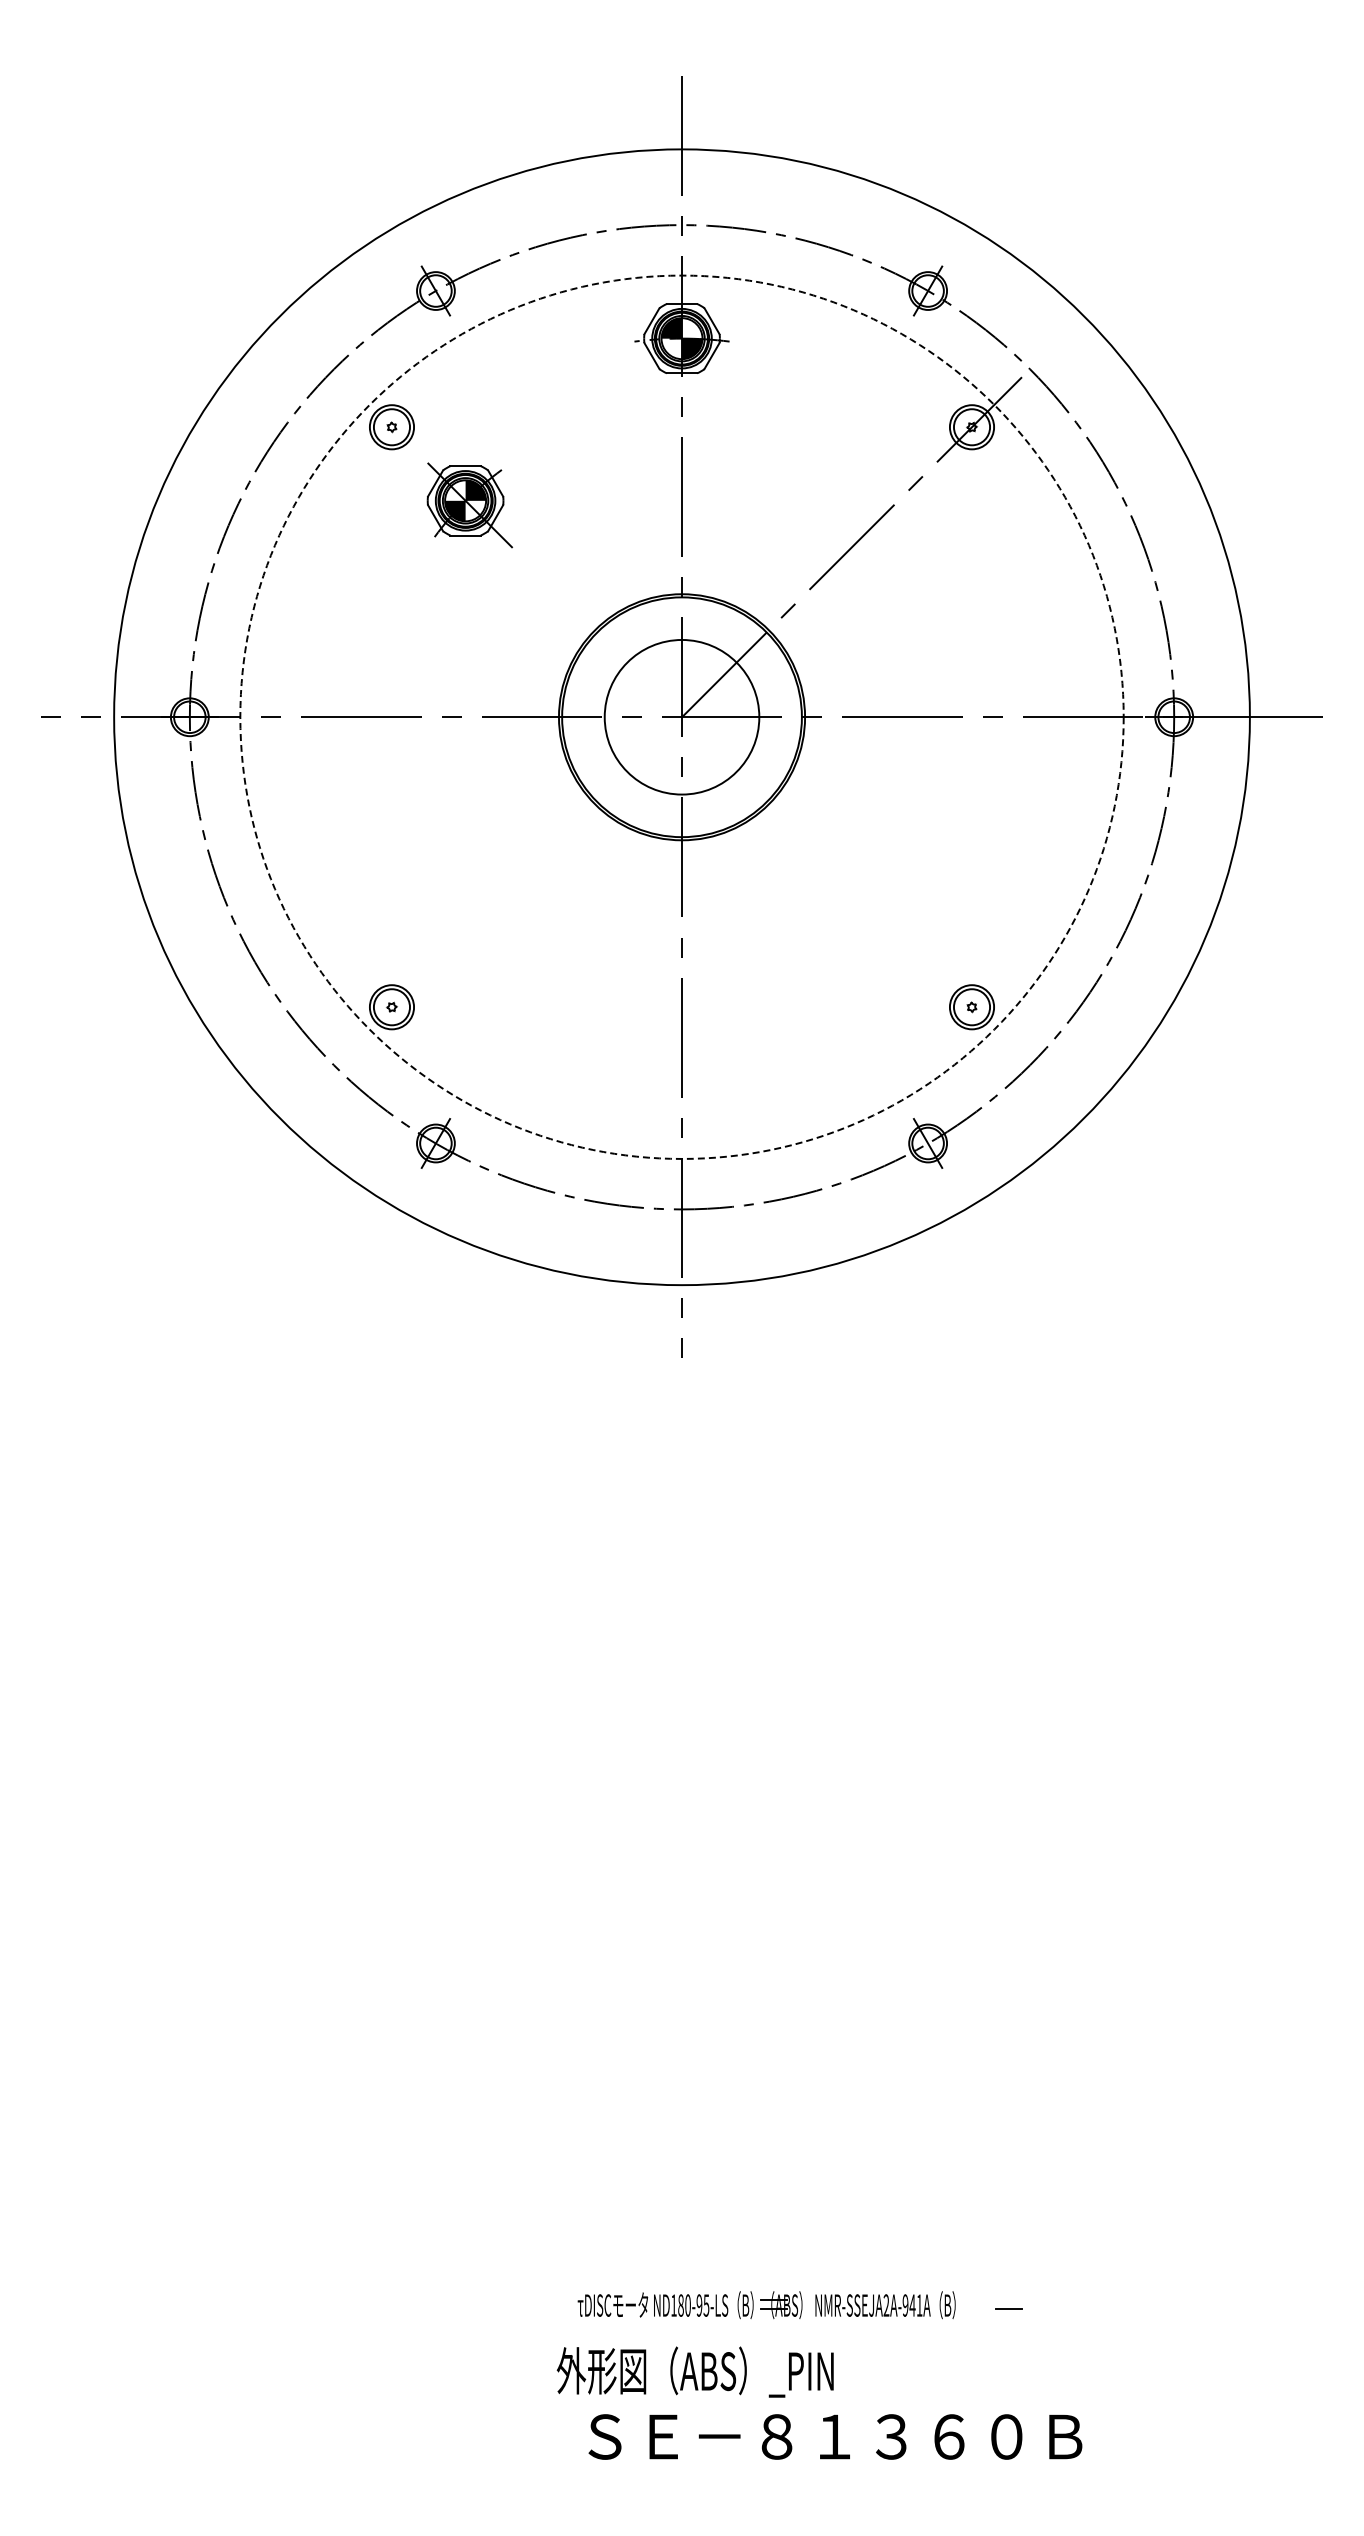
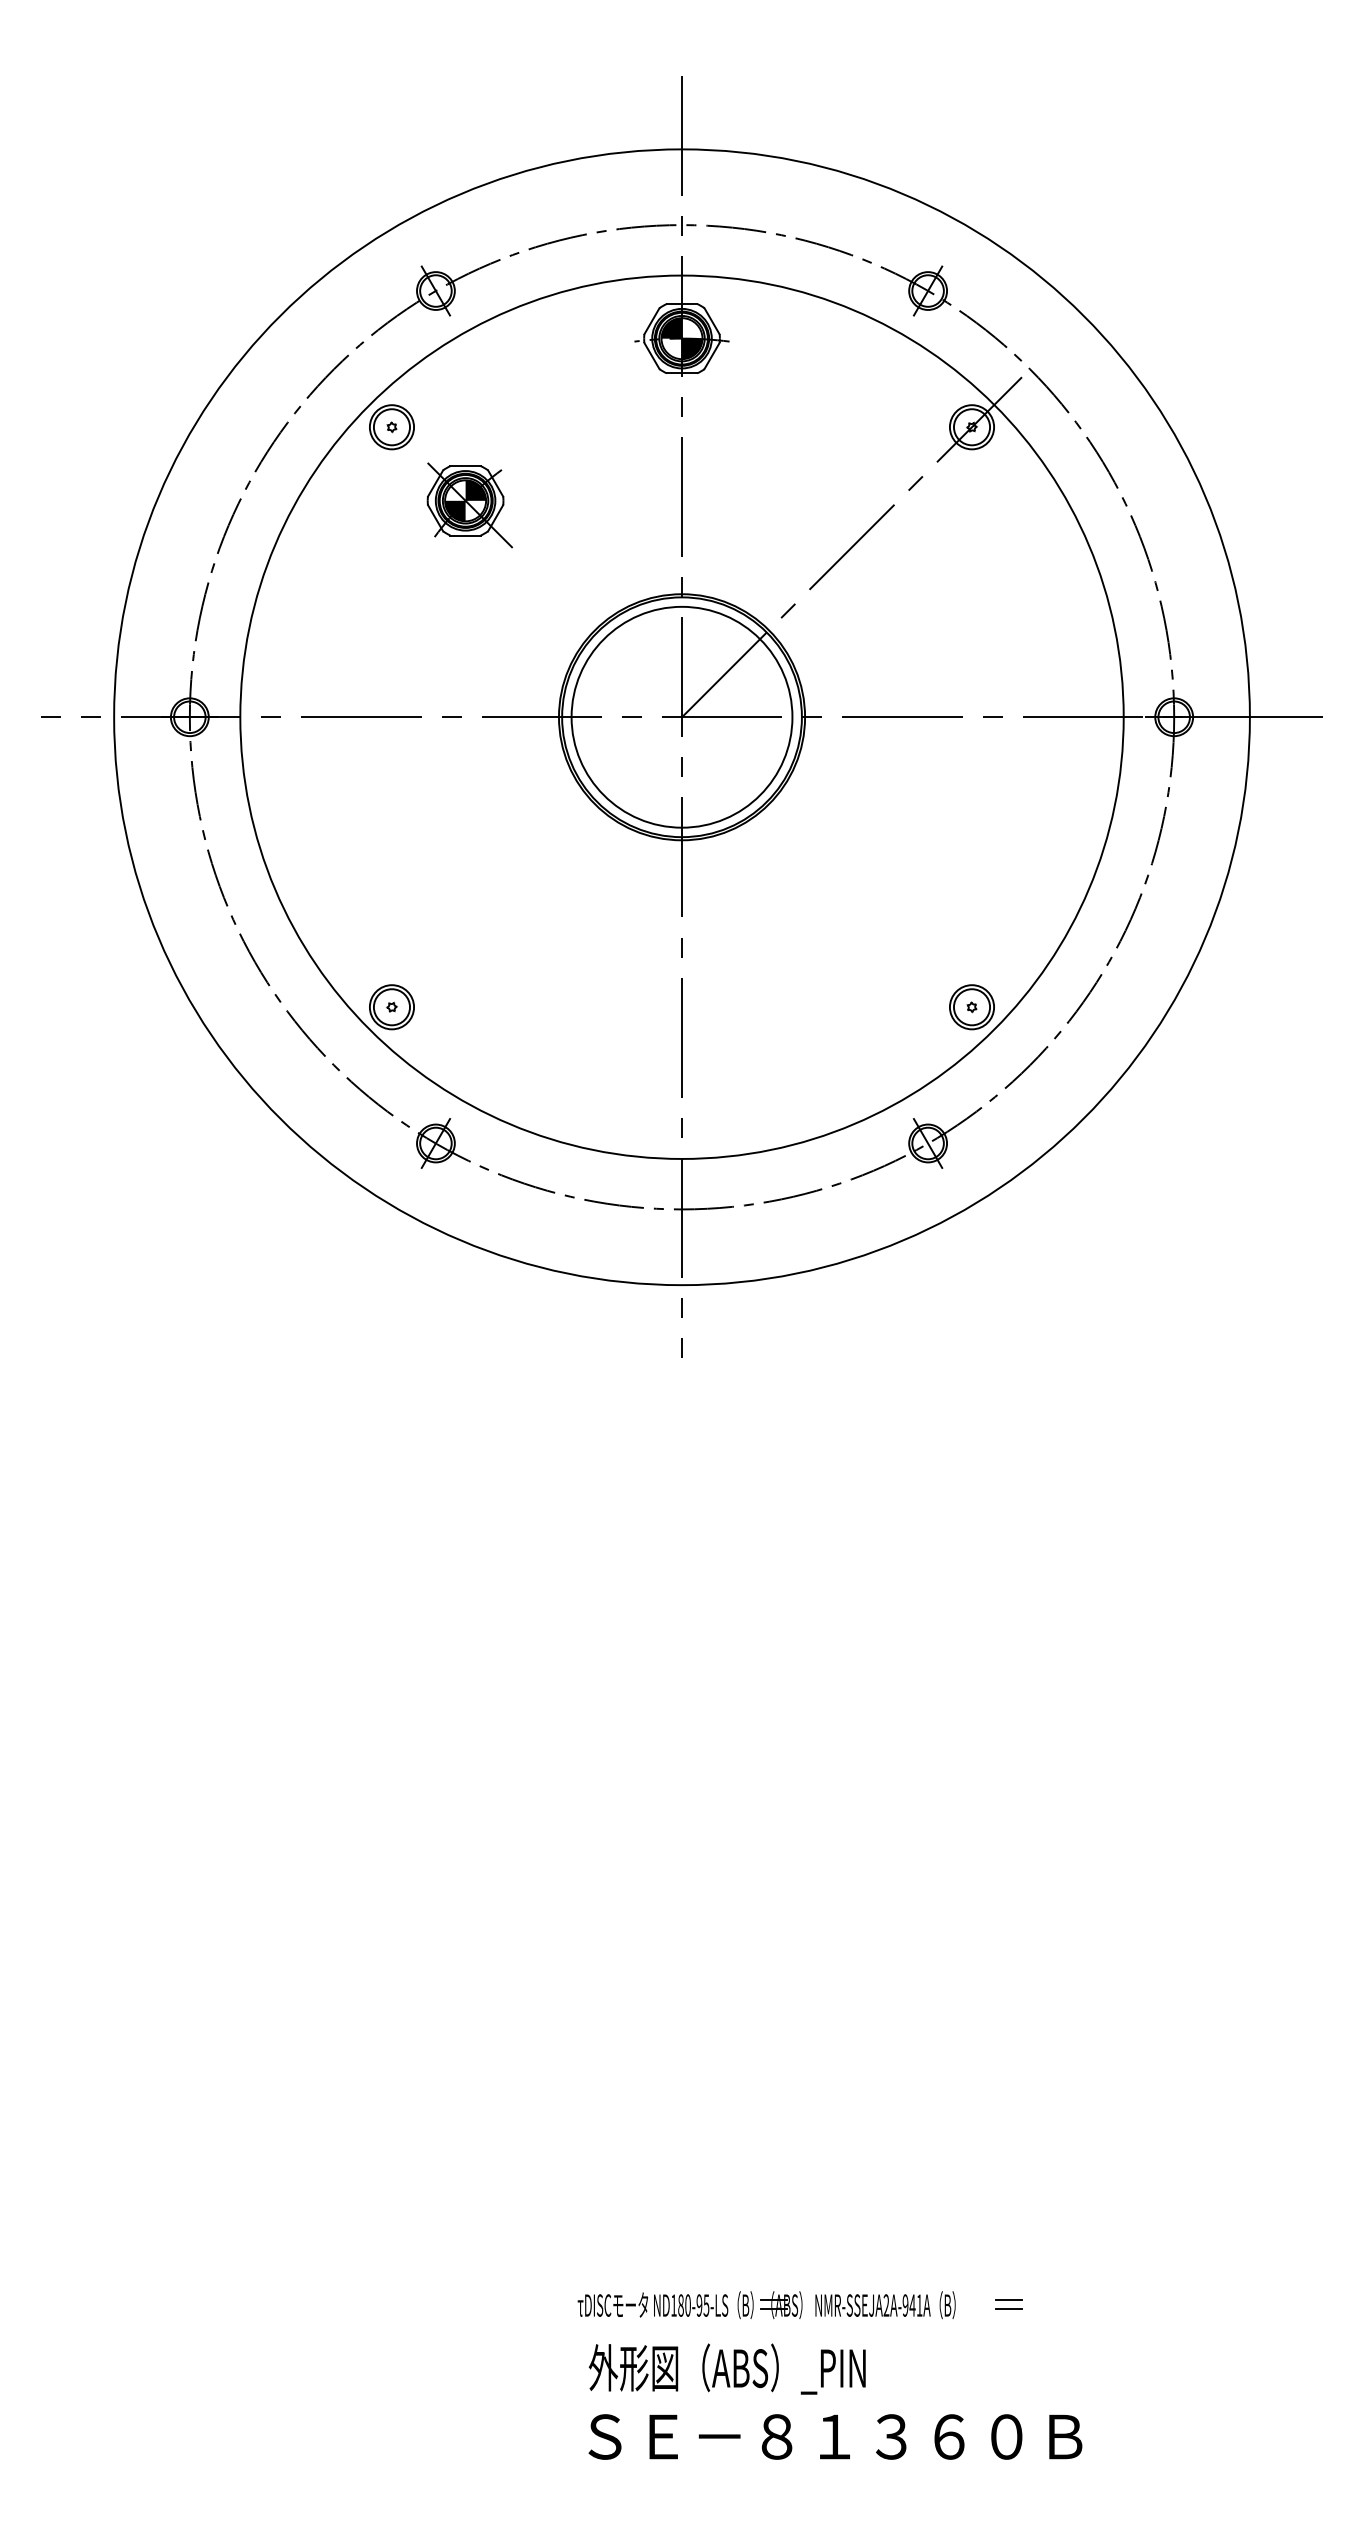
circle at (681, 716) diameter: 155 px -> 221 px
circle at (681, 716): dashed -> solid
line at (1008, 2300): none -> present
text at (694, 2371) position: (694, 2371) -> (726, 2368)
